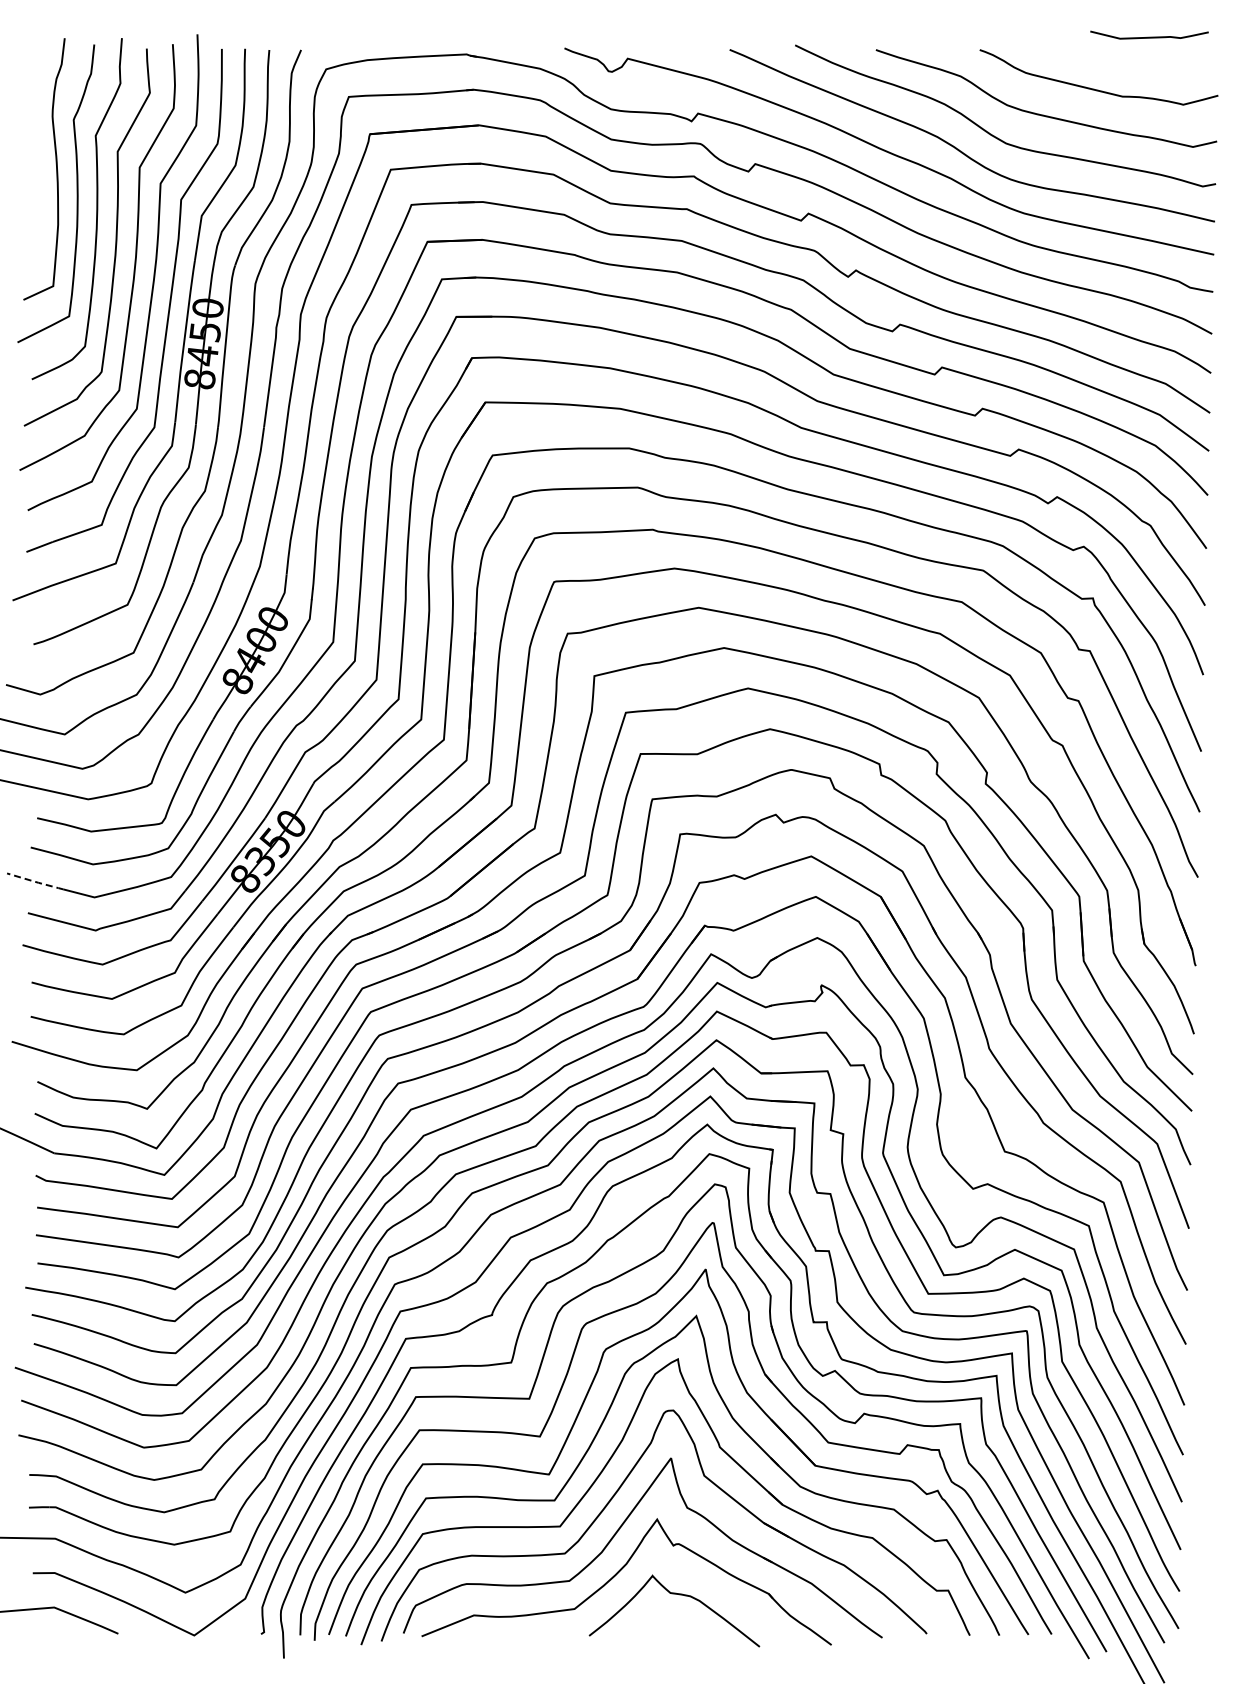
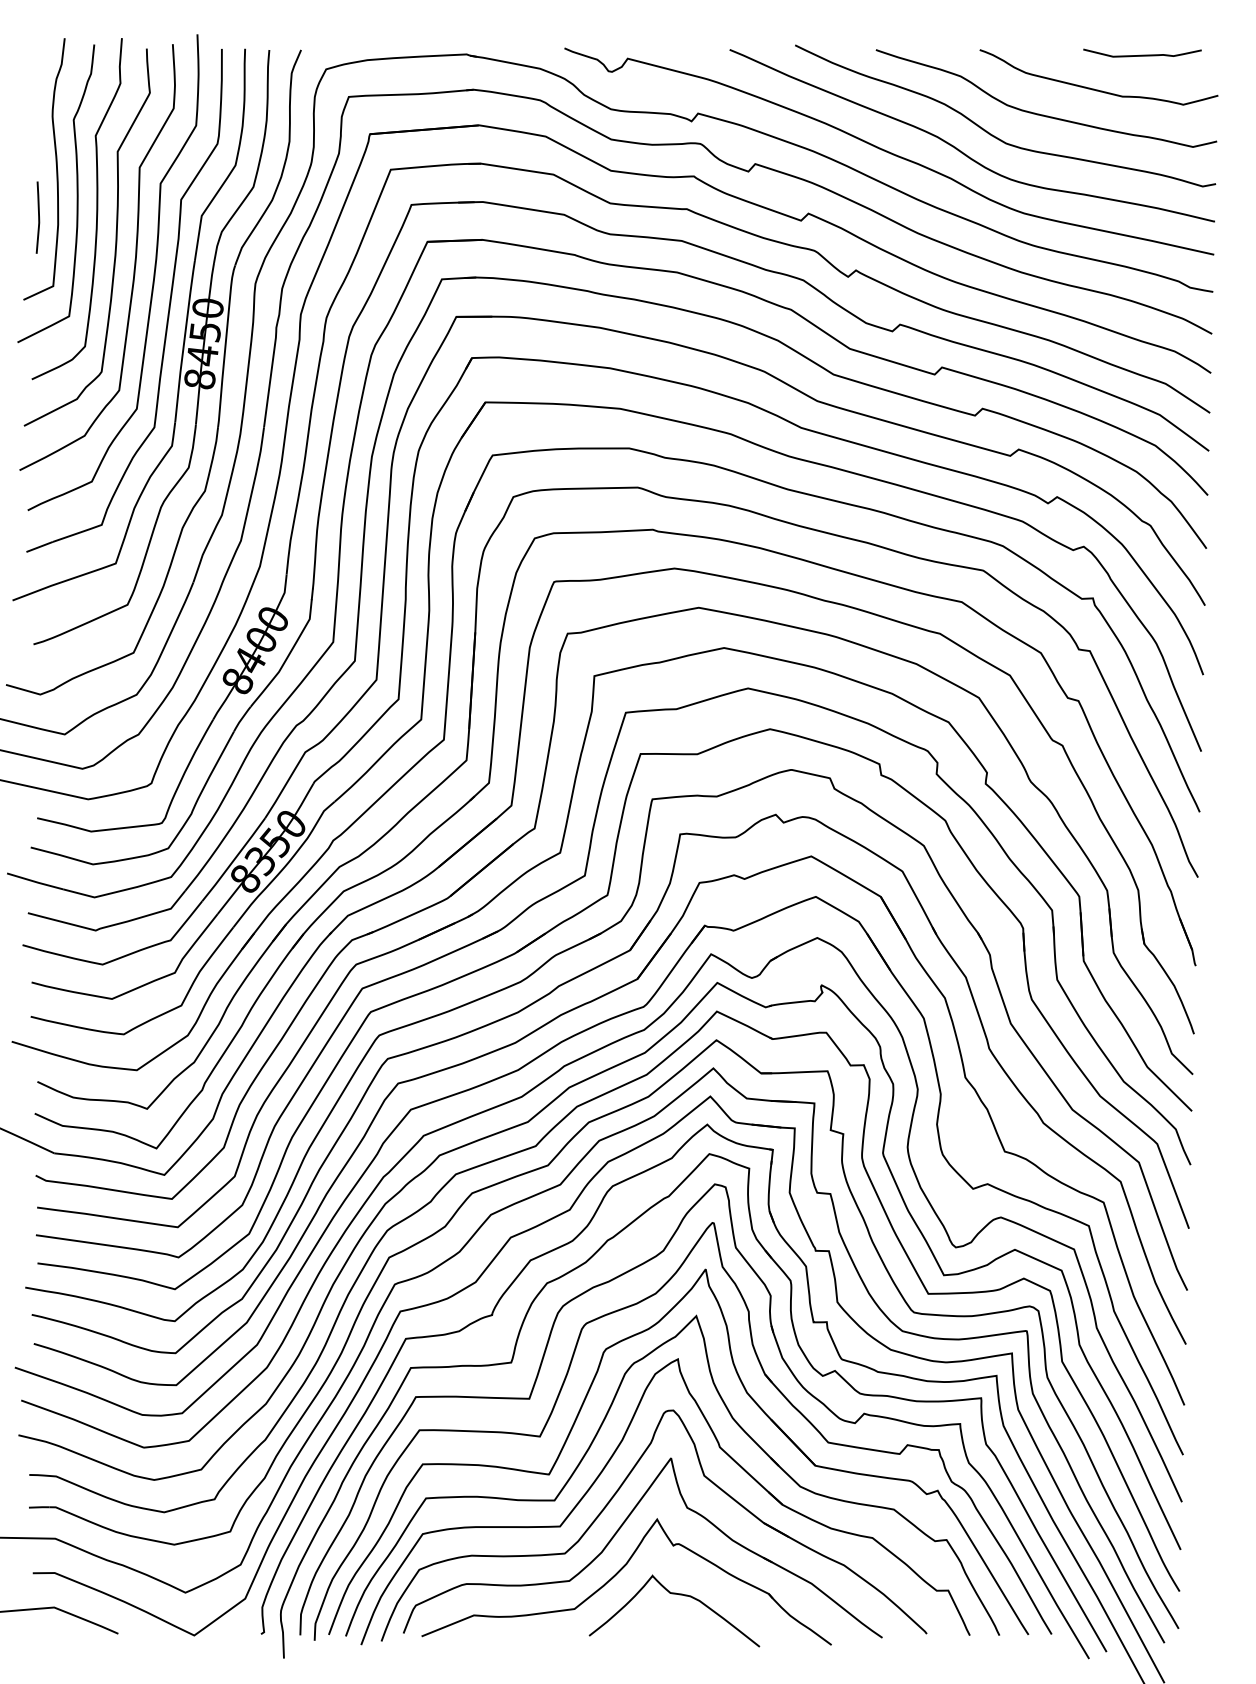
curve at (1149, 36) position: (1149, 36) -> (1142, 54)
curve at (38, 217): none -> present
line at (35, 882): dashed -> solid
